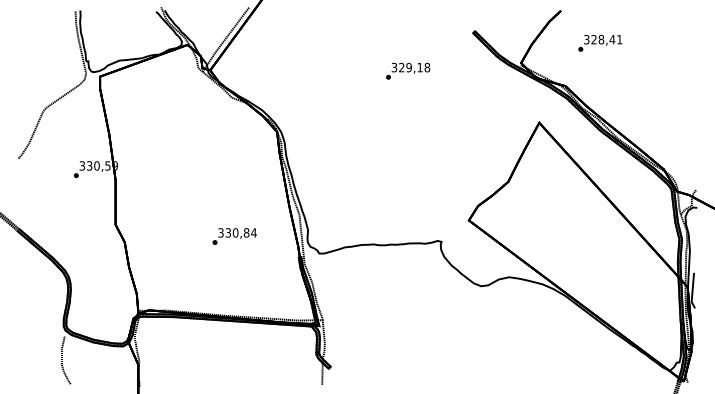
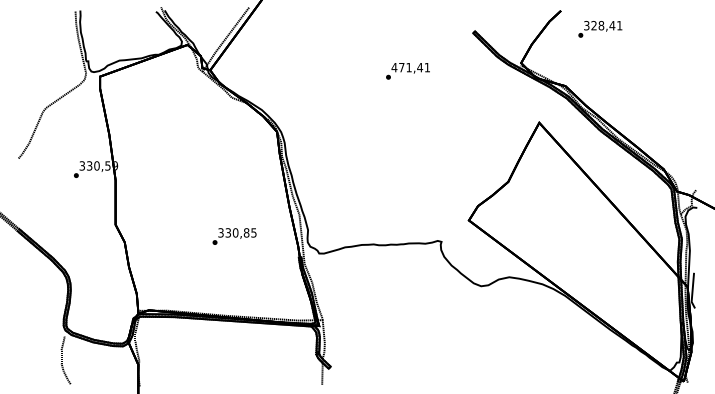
text at (600, 43) position: (600, 43) -> (600, 29)
text at (410, 67): 329,18 -> 471,41
text at (253, 232): 330,84 -> 330,85
